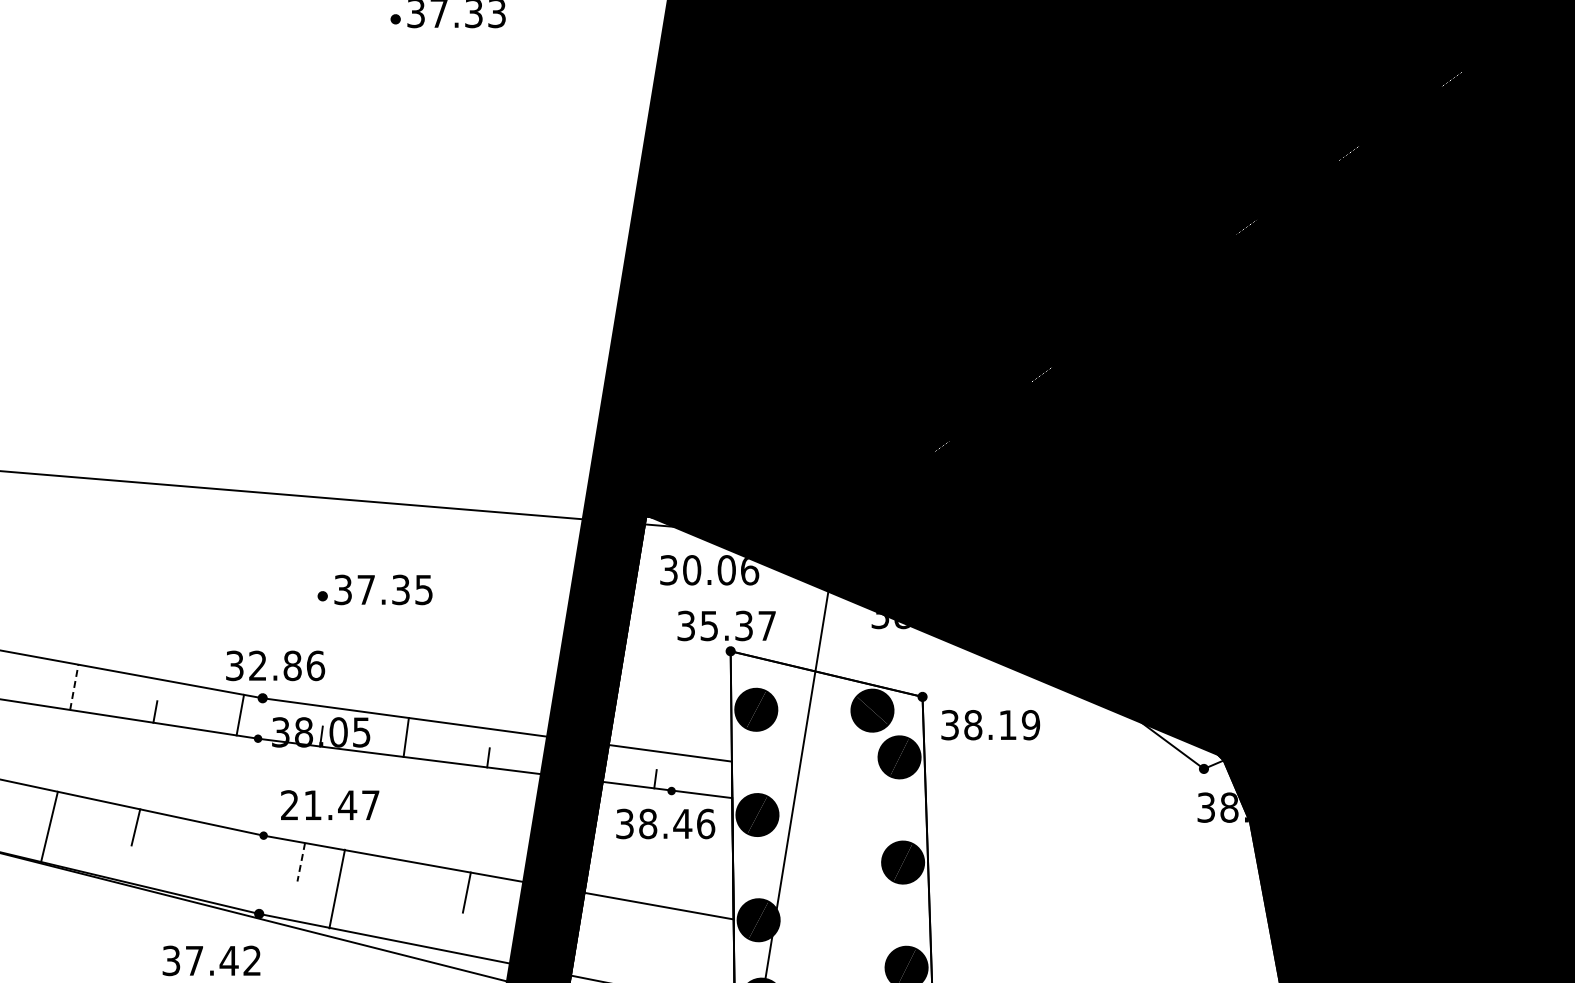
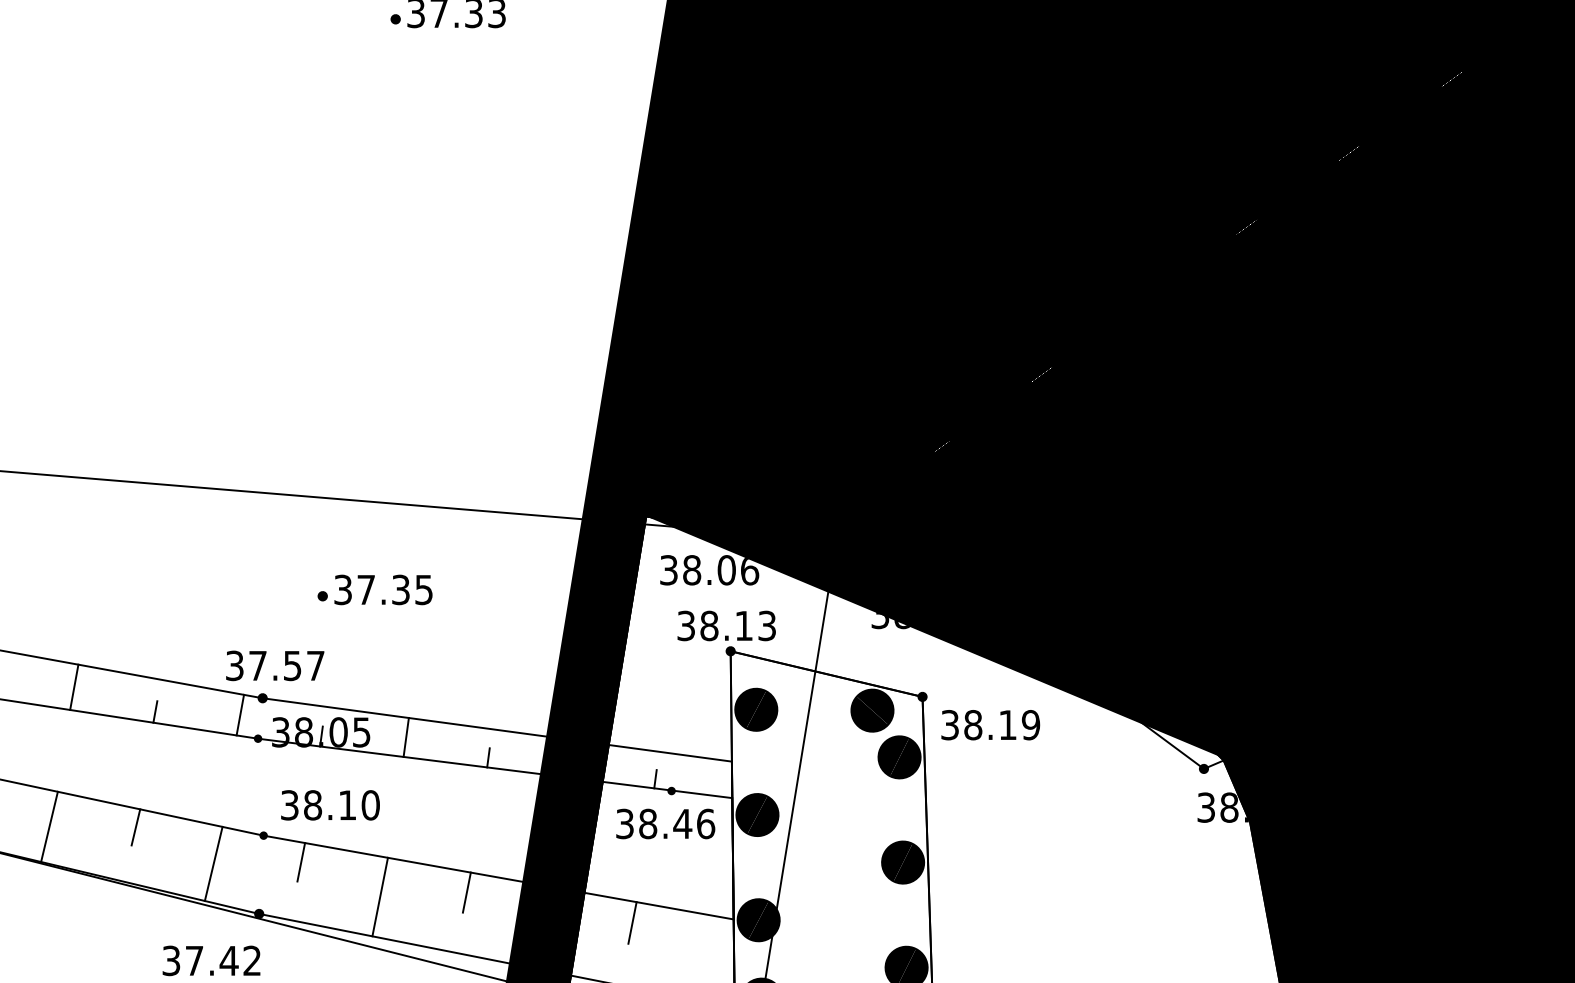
text at (692, 570): 30.06 -> 38.06
text at (737, 625): 35.37 -> 38.13
text at (287, 665): 32.86 -> 37.57
line at (74, 686): dashed -> solid
text at (330, 805): 21.47 -> 38.10
line at (301, 862): dashed -> solid
line at (213, 863): none -> present
line at (336, 888) position: (336, 888) -> (379, 896)
line at (632, 922): none -> present
